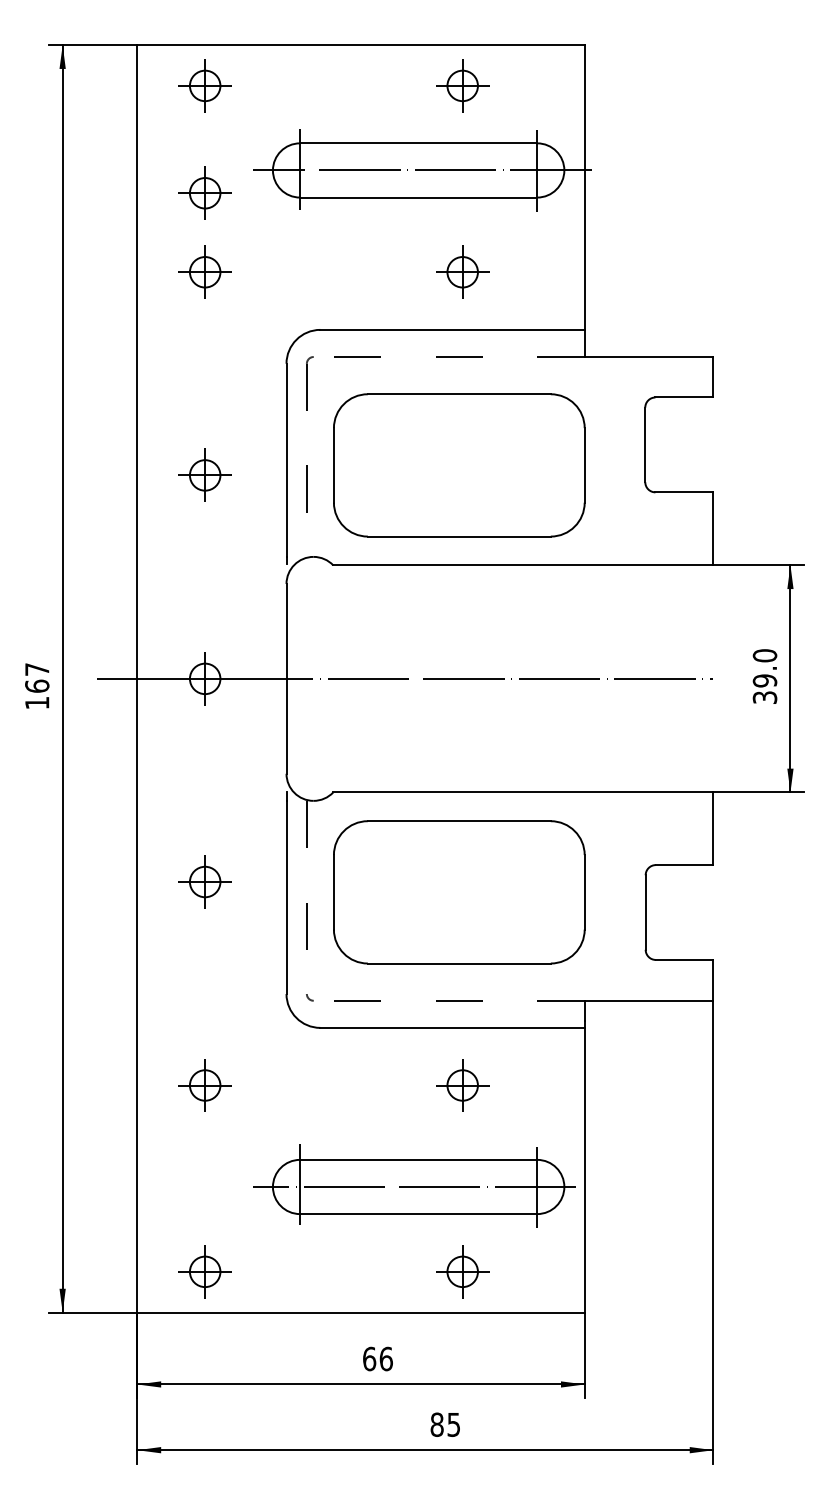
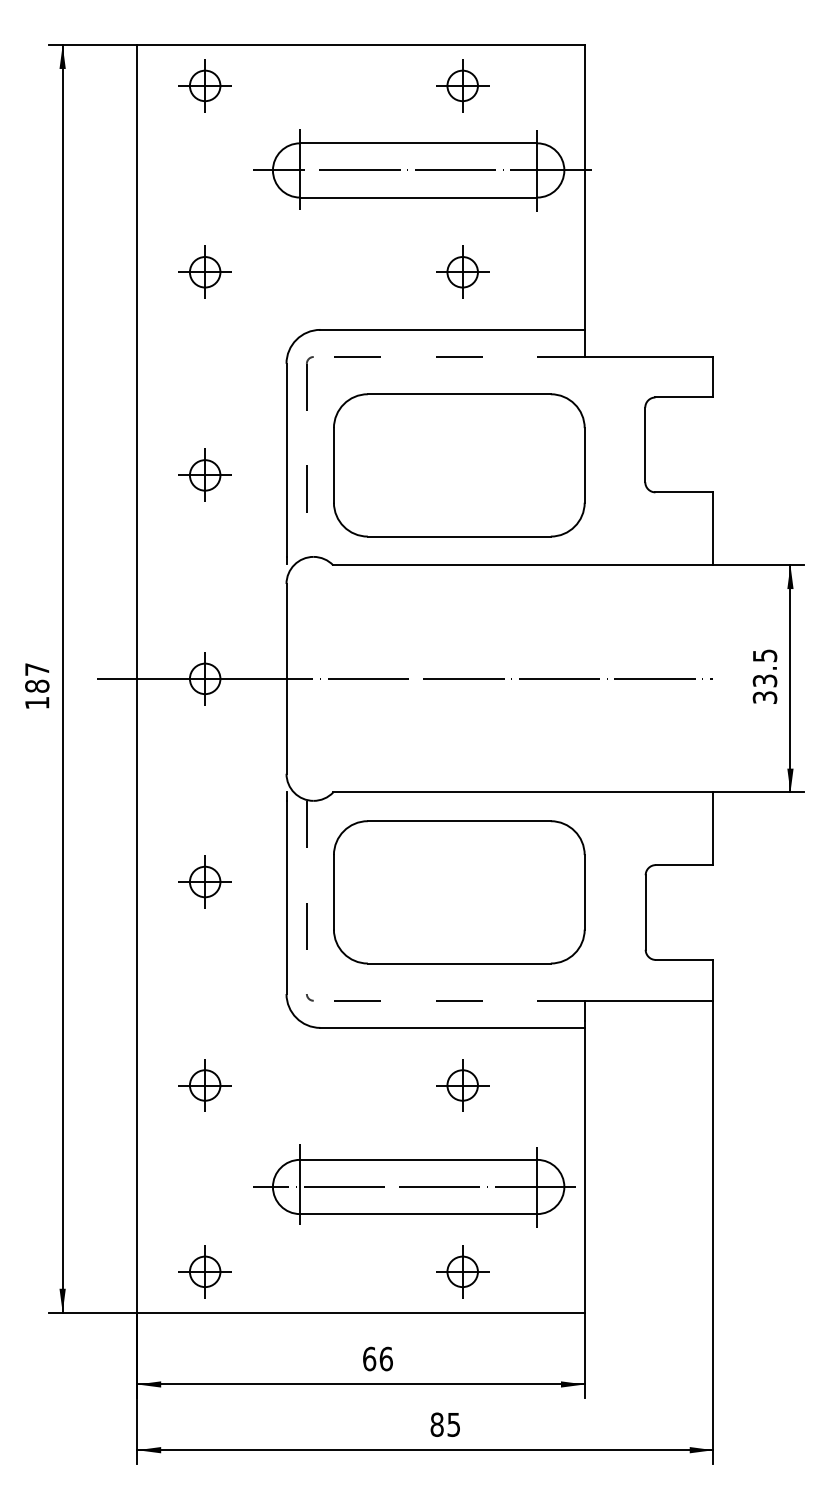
part at (204, 192): present -> none
text at (764, 668): 39.0 -> 33.5
text at (37, 685): 167 -> 187
